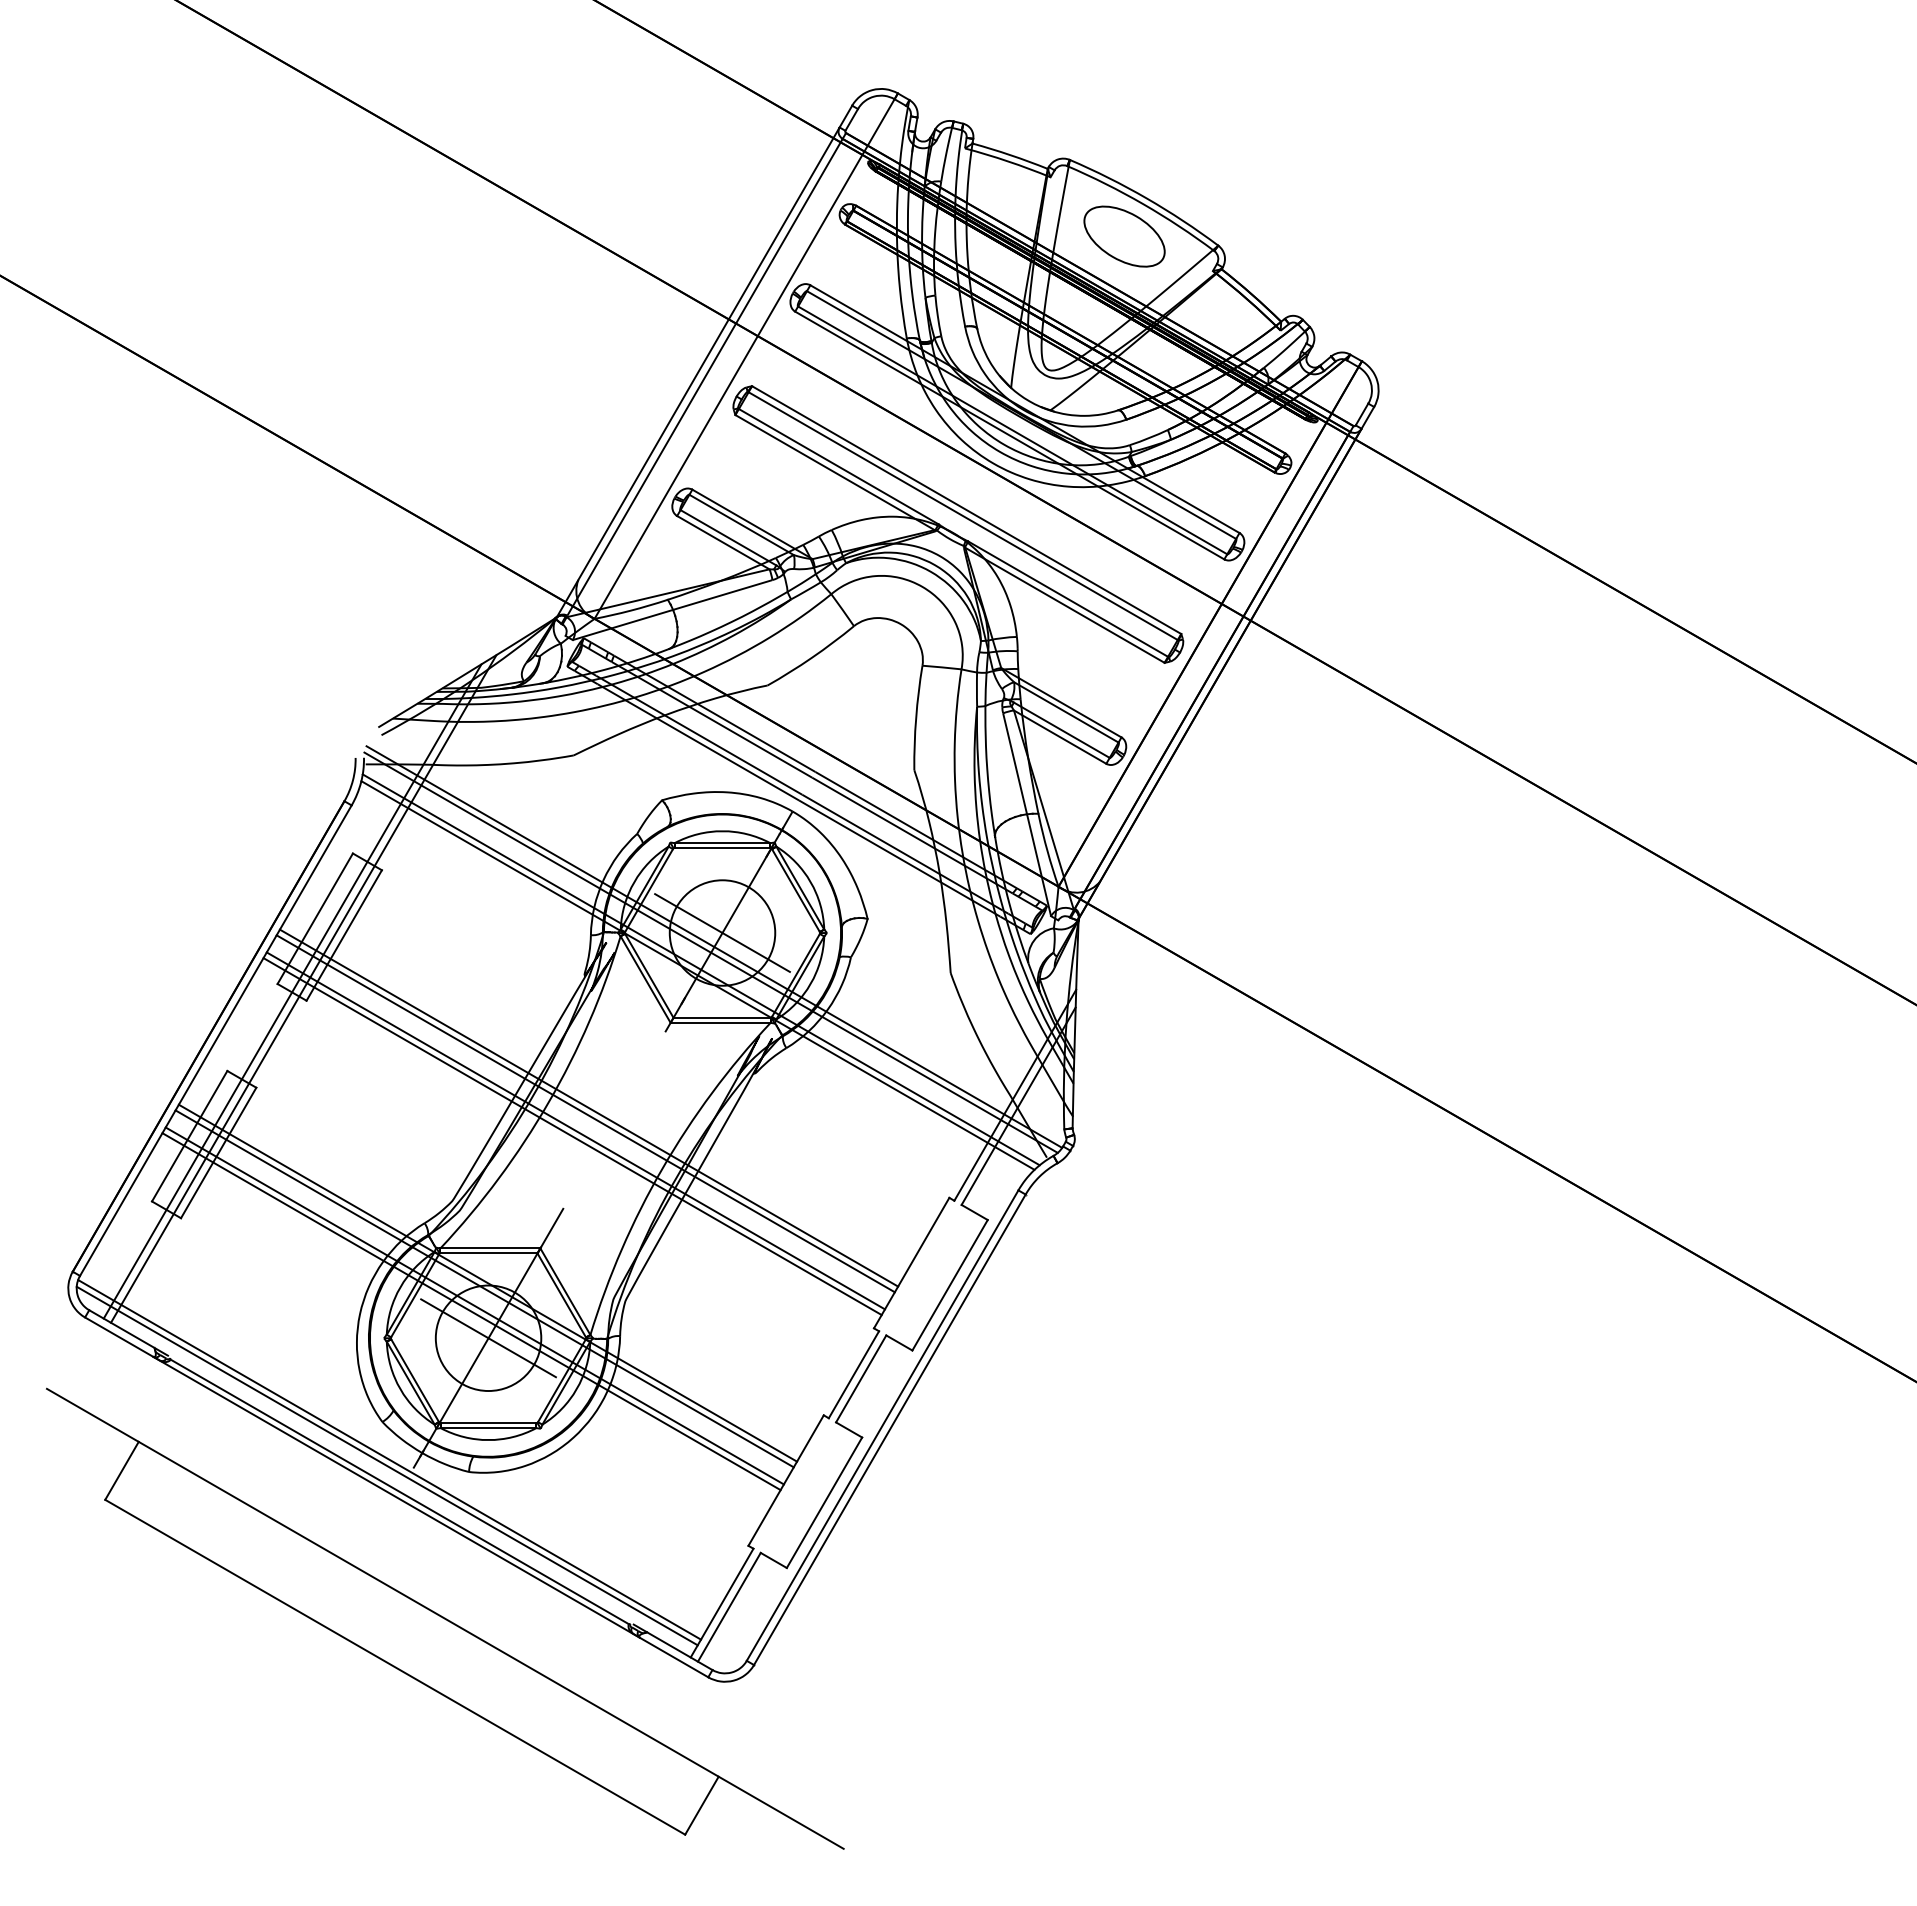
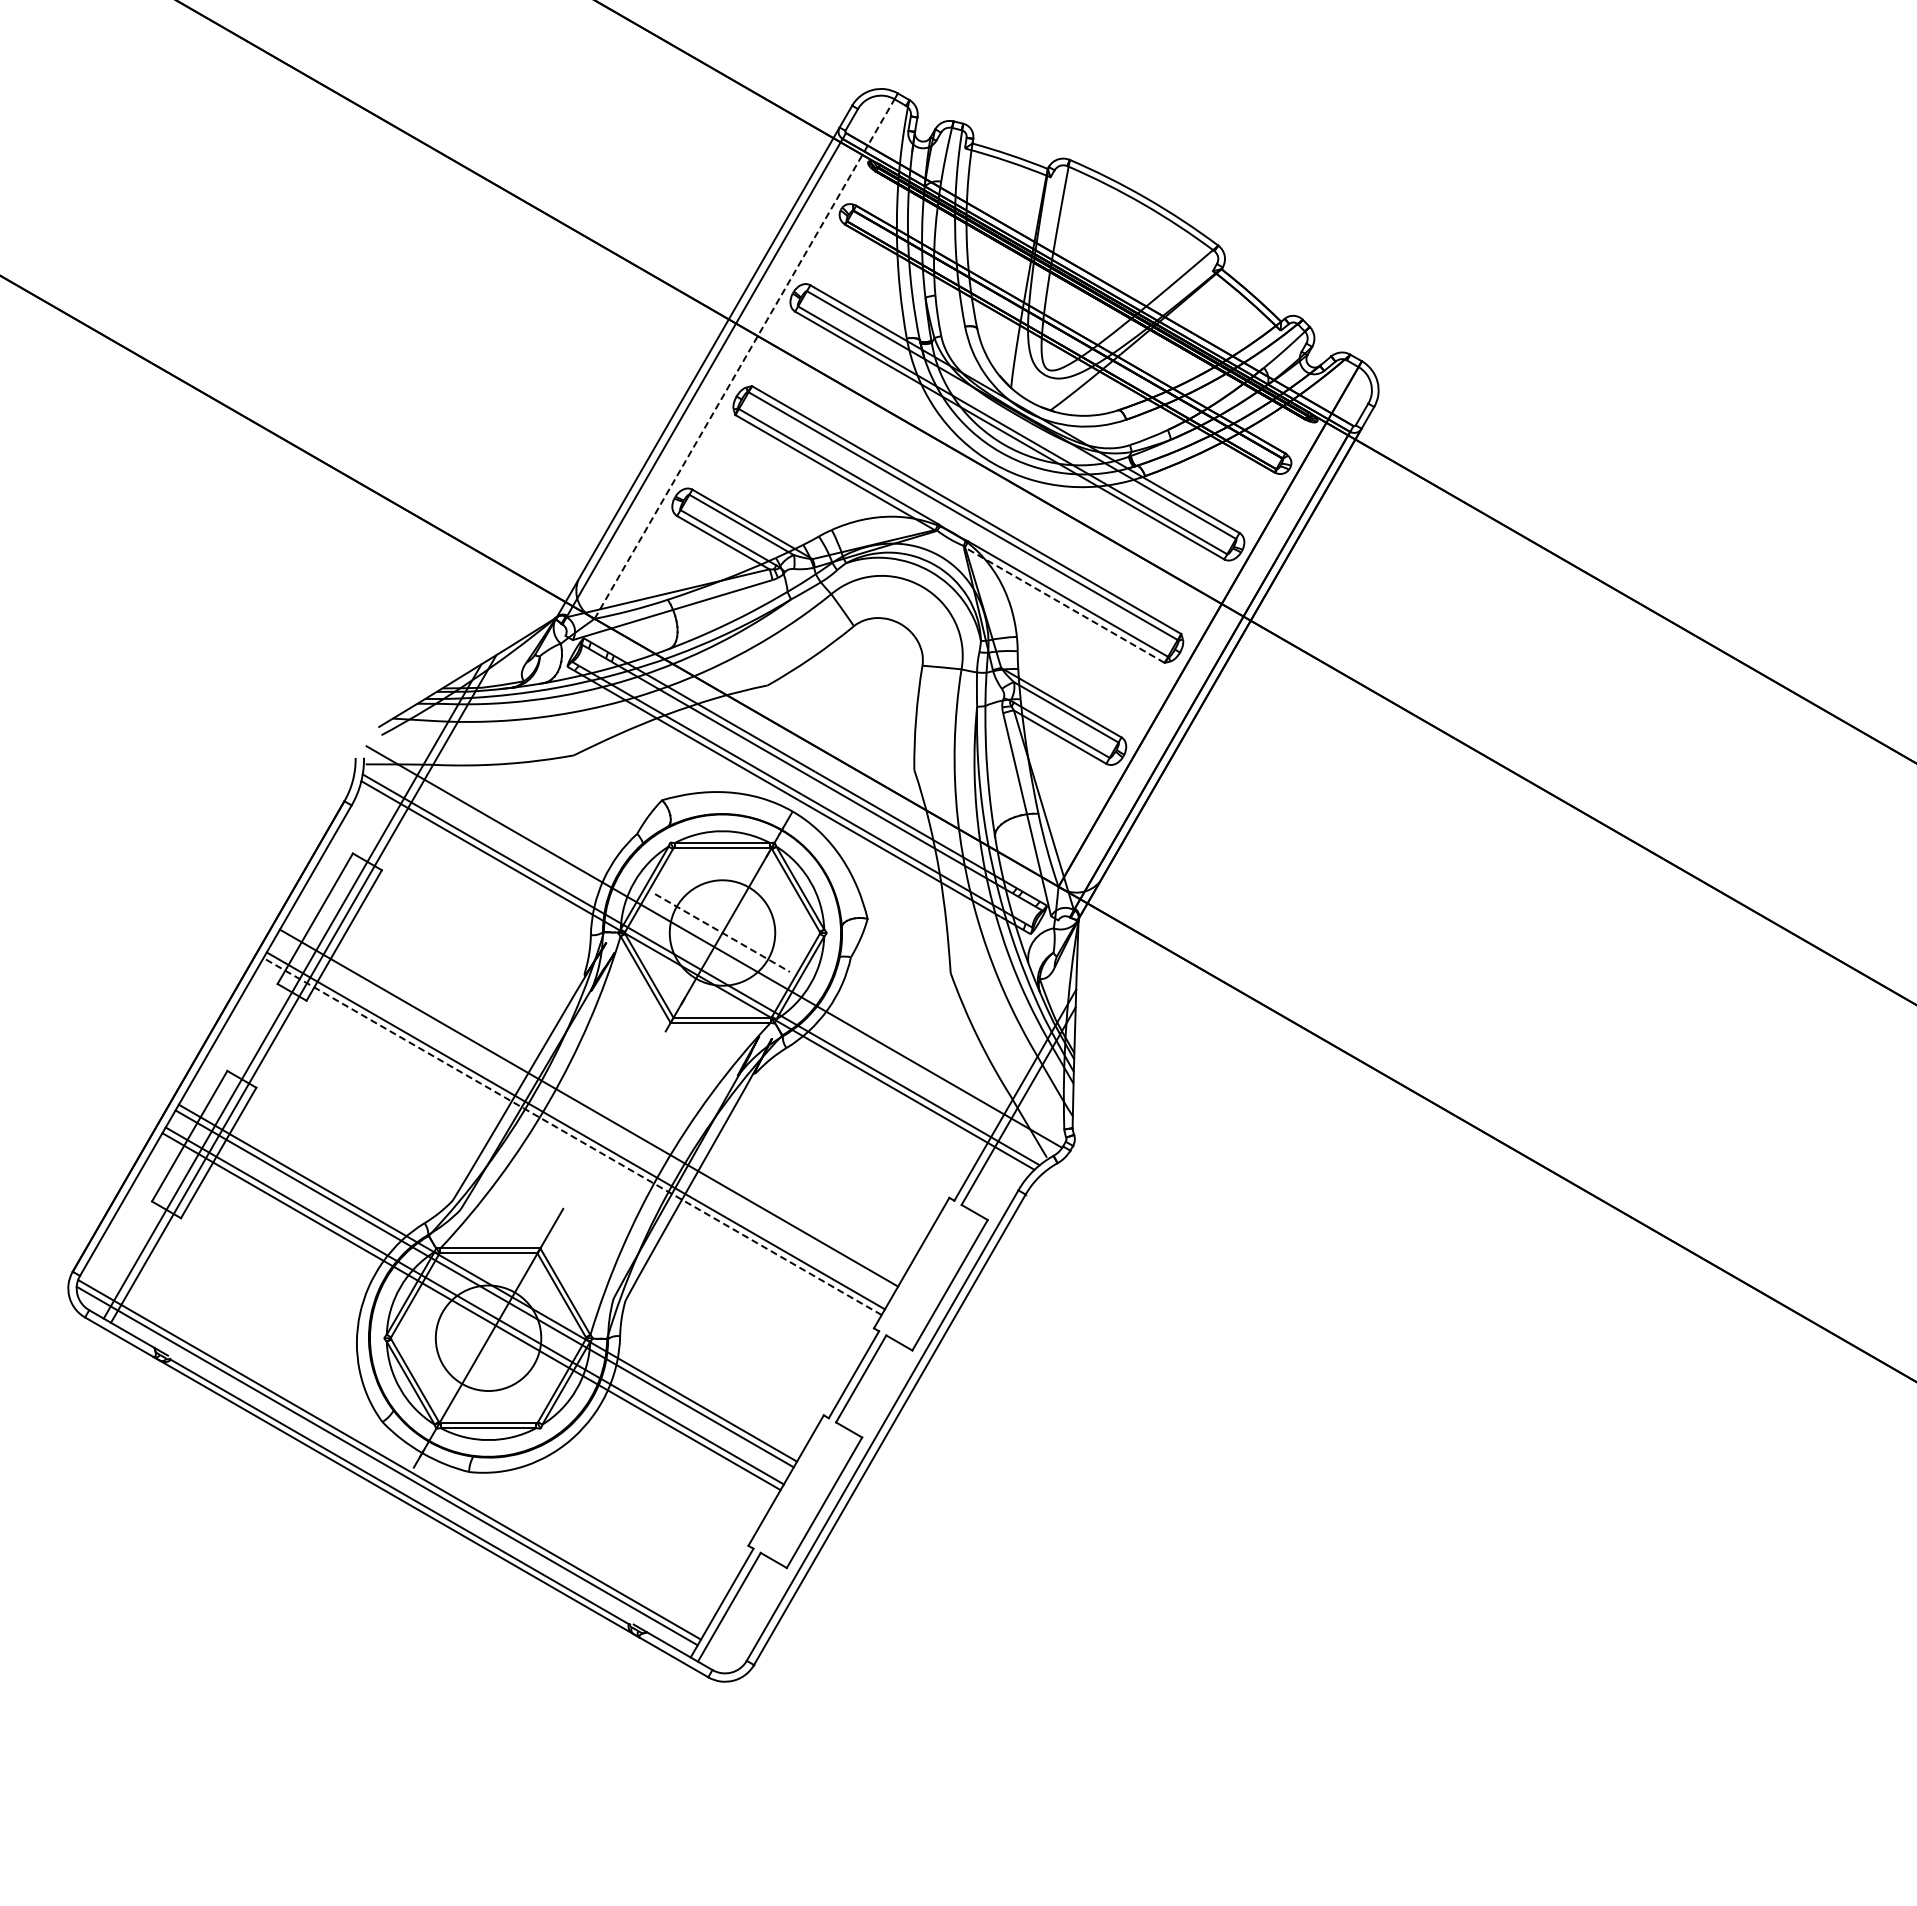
part at (1124, 236): present -> none
line at (746, 355): solid -> dashed
line at (1064, 605): solid -> dashed
line at (722, 933): solid -> dashed
line at (710, 952): present -> none
line at (585, 1113): present -> none
line at (572, 1136): solid -> dashed
line at (488, 1338): present -> none
part at (445, 1618): present -> none
